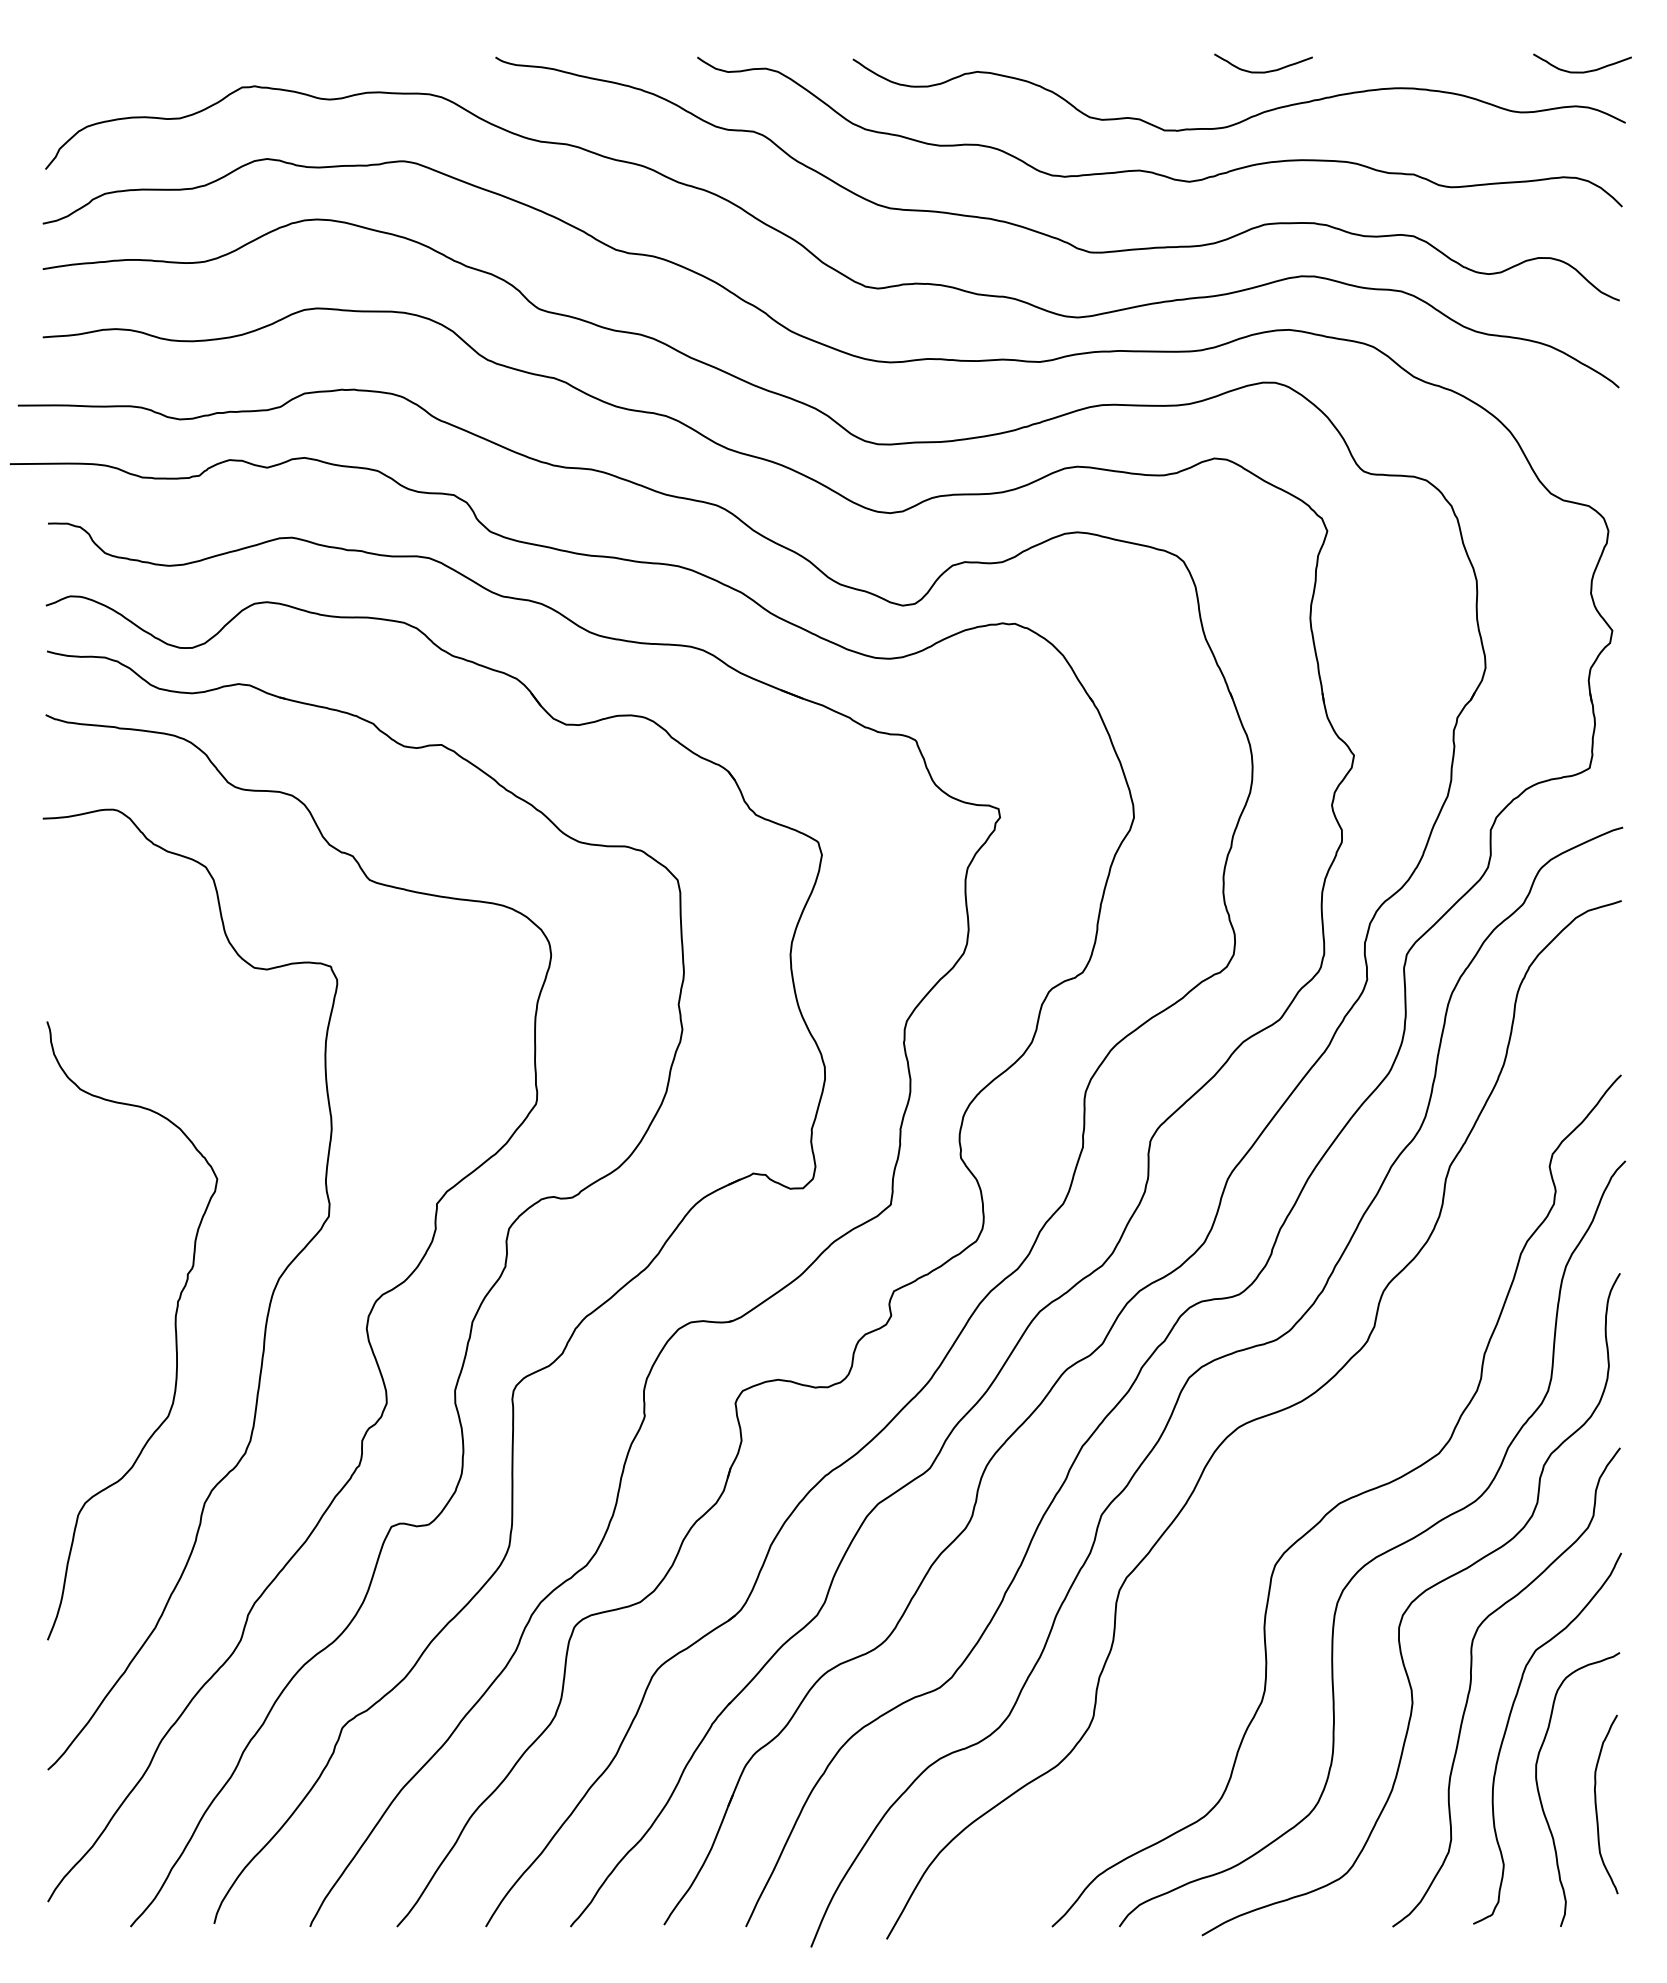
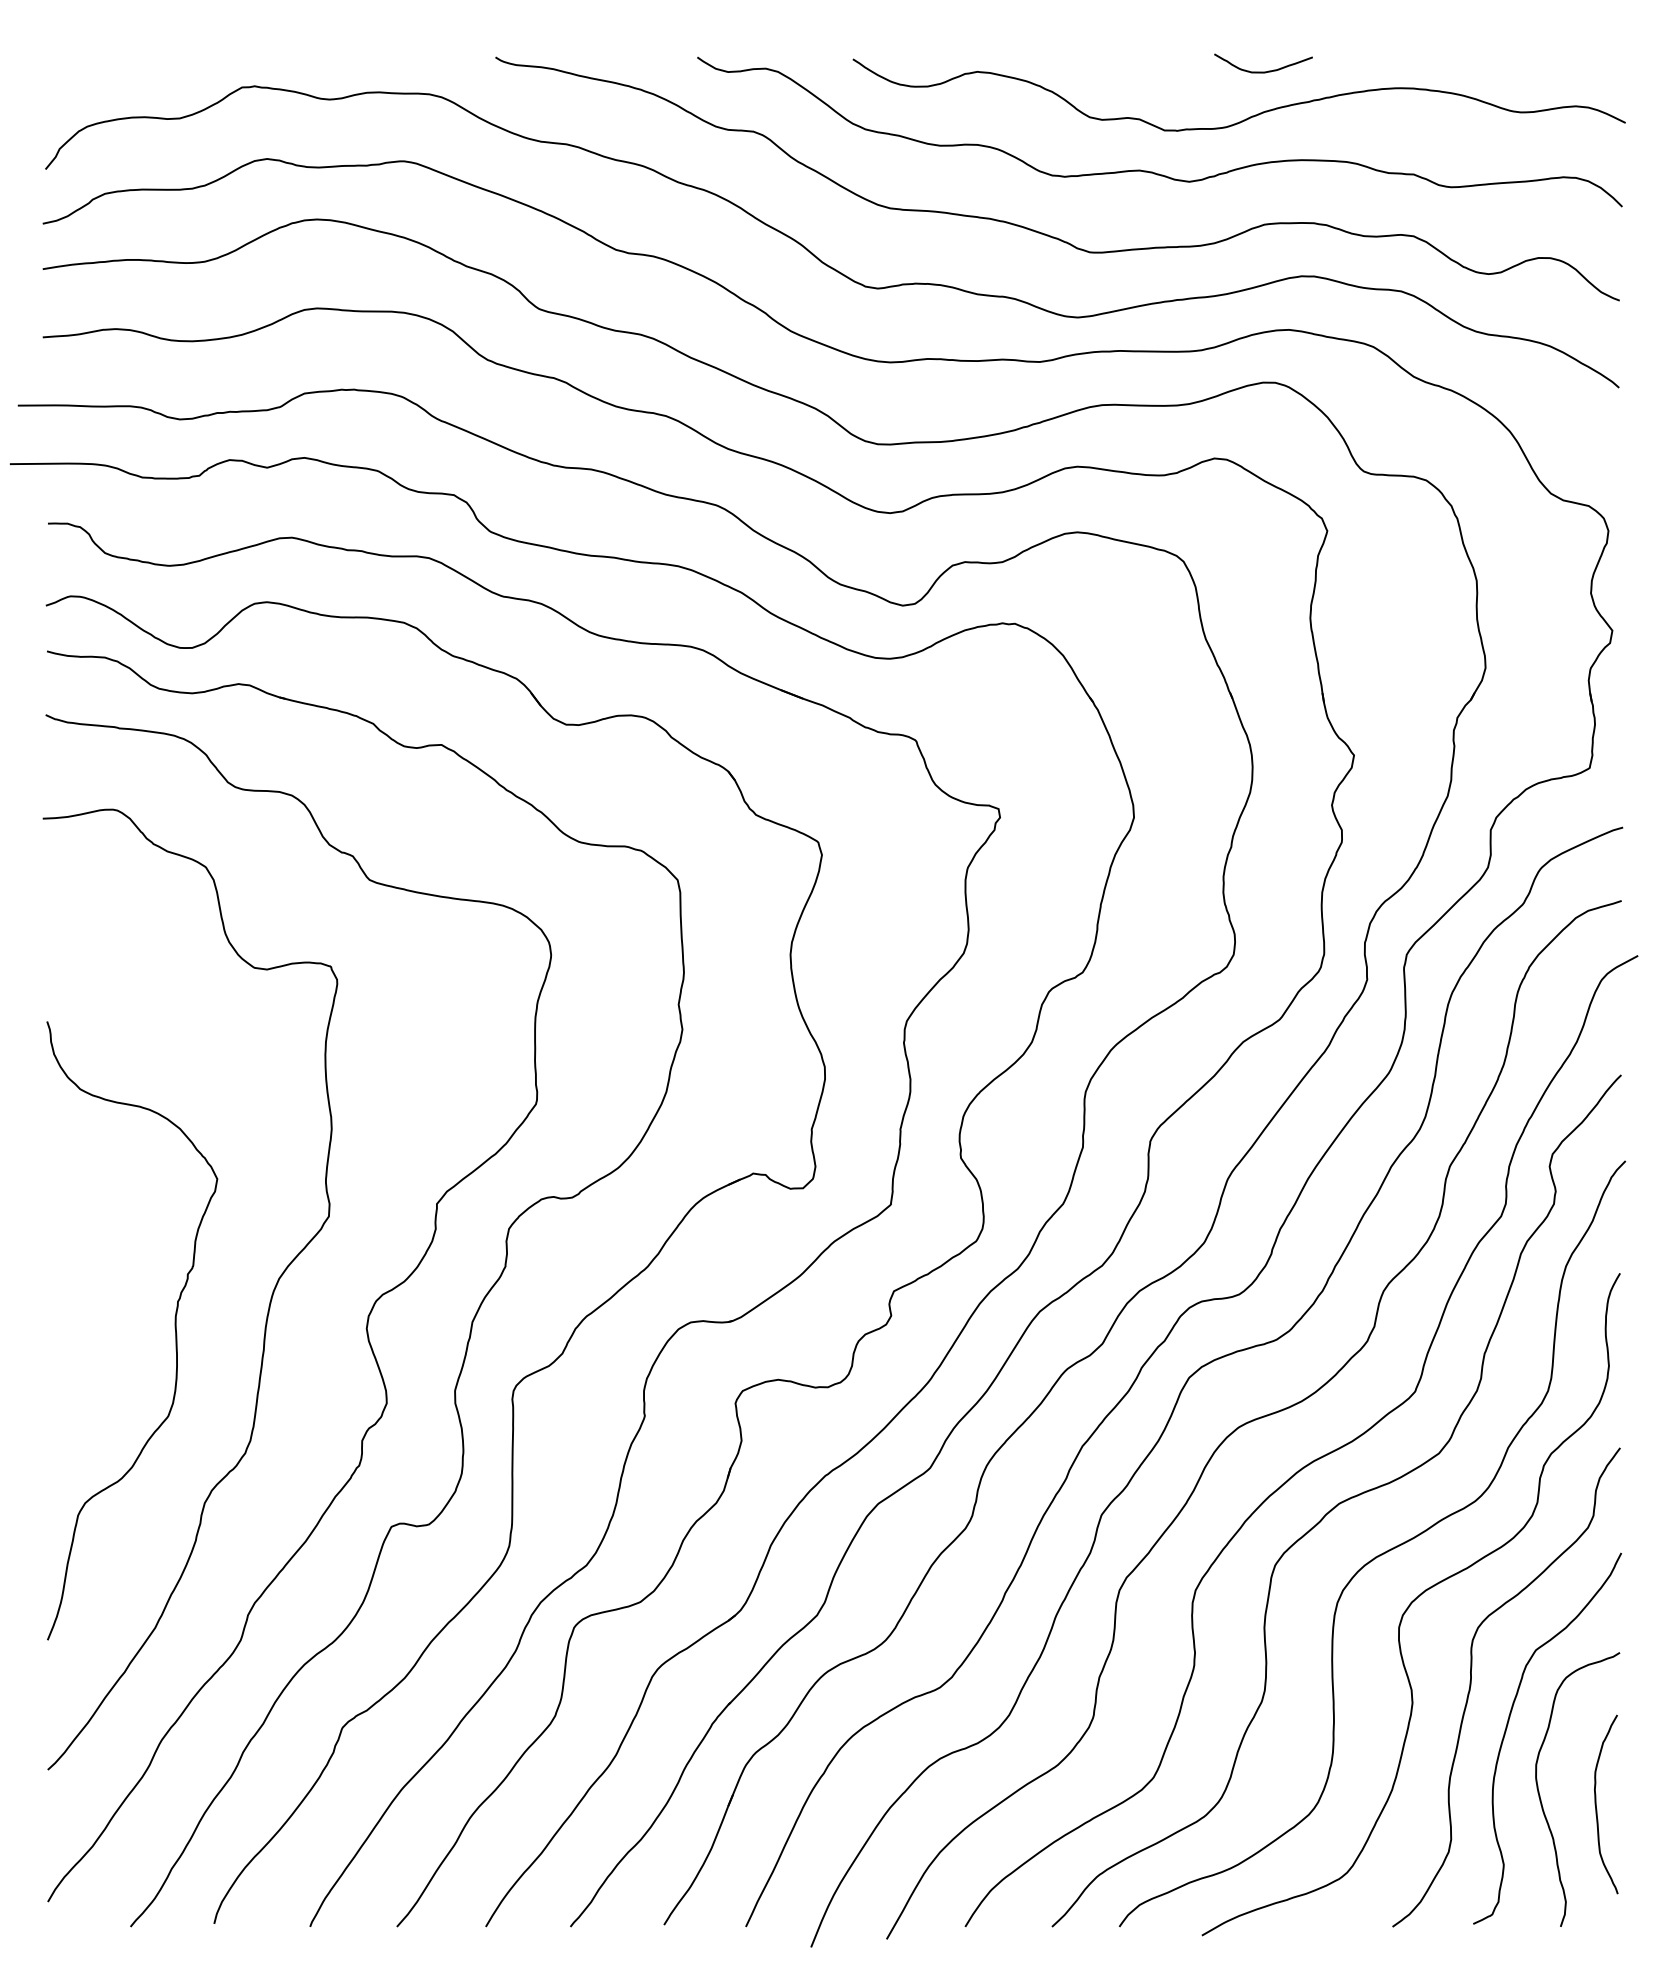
curve at (1582, 71): present -> none
curve at (1314, 1459): none -> present
